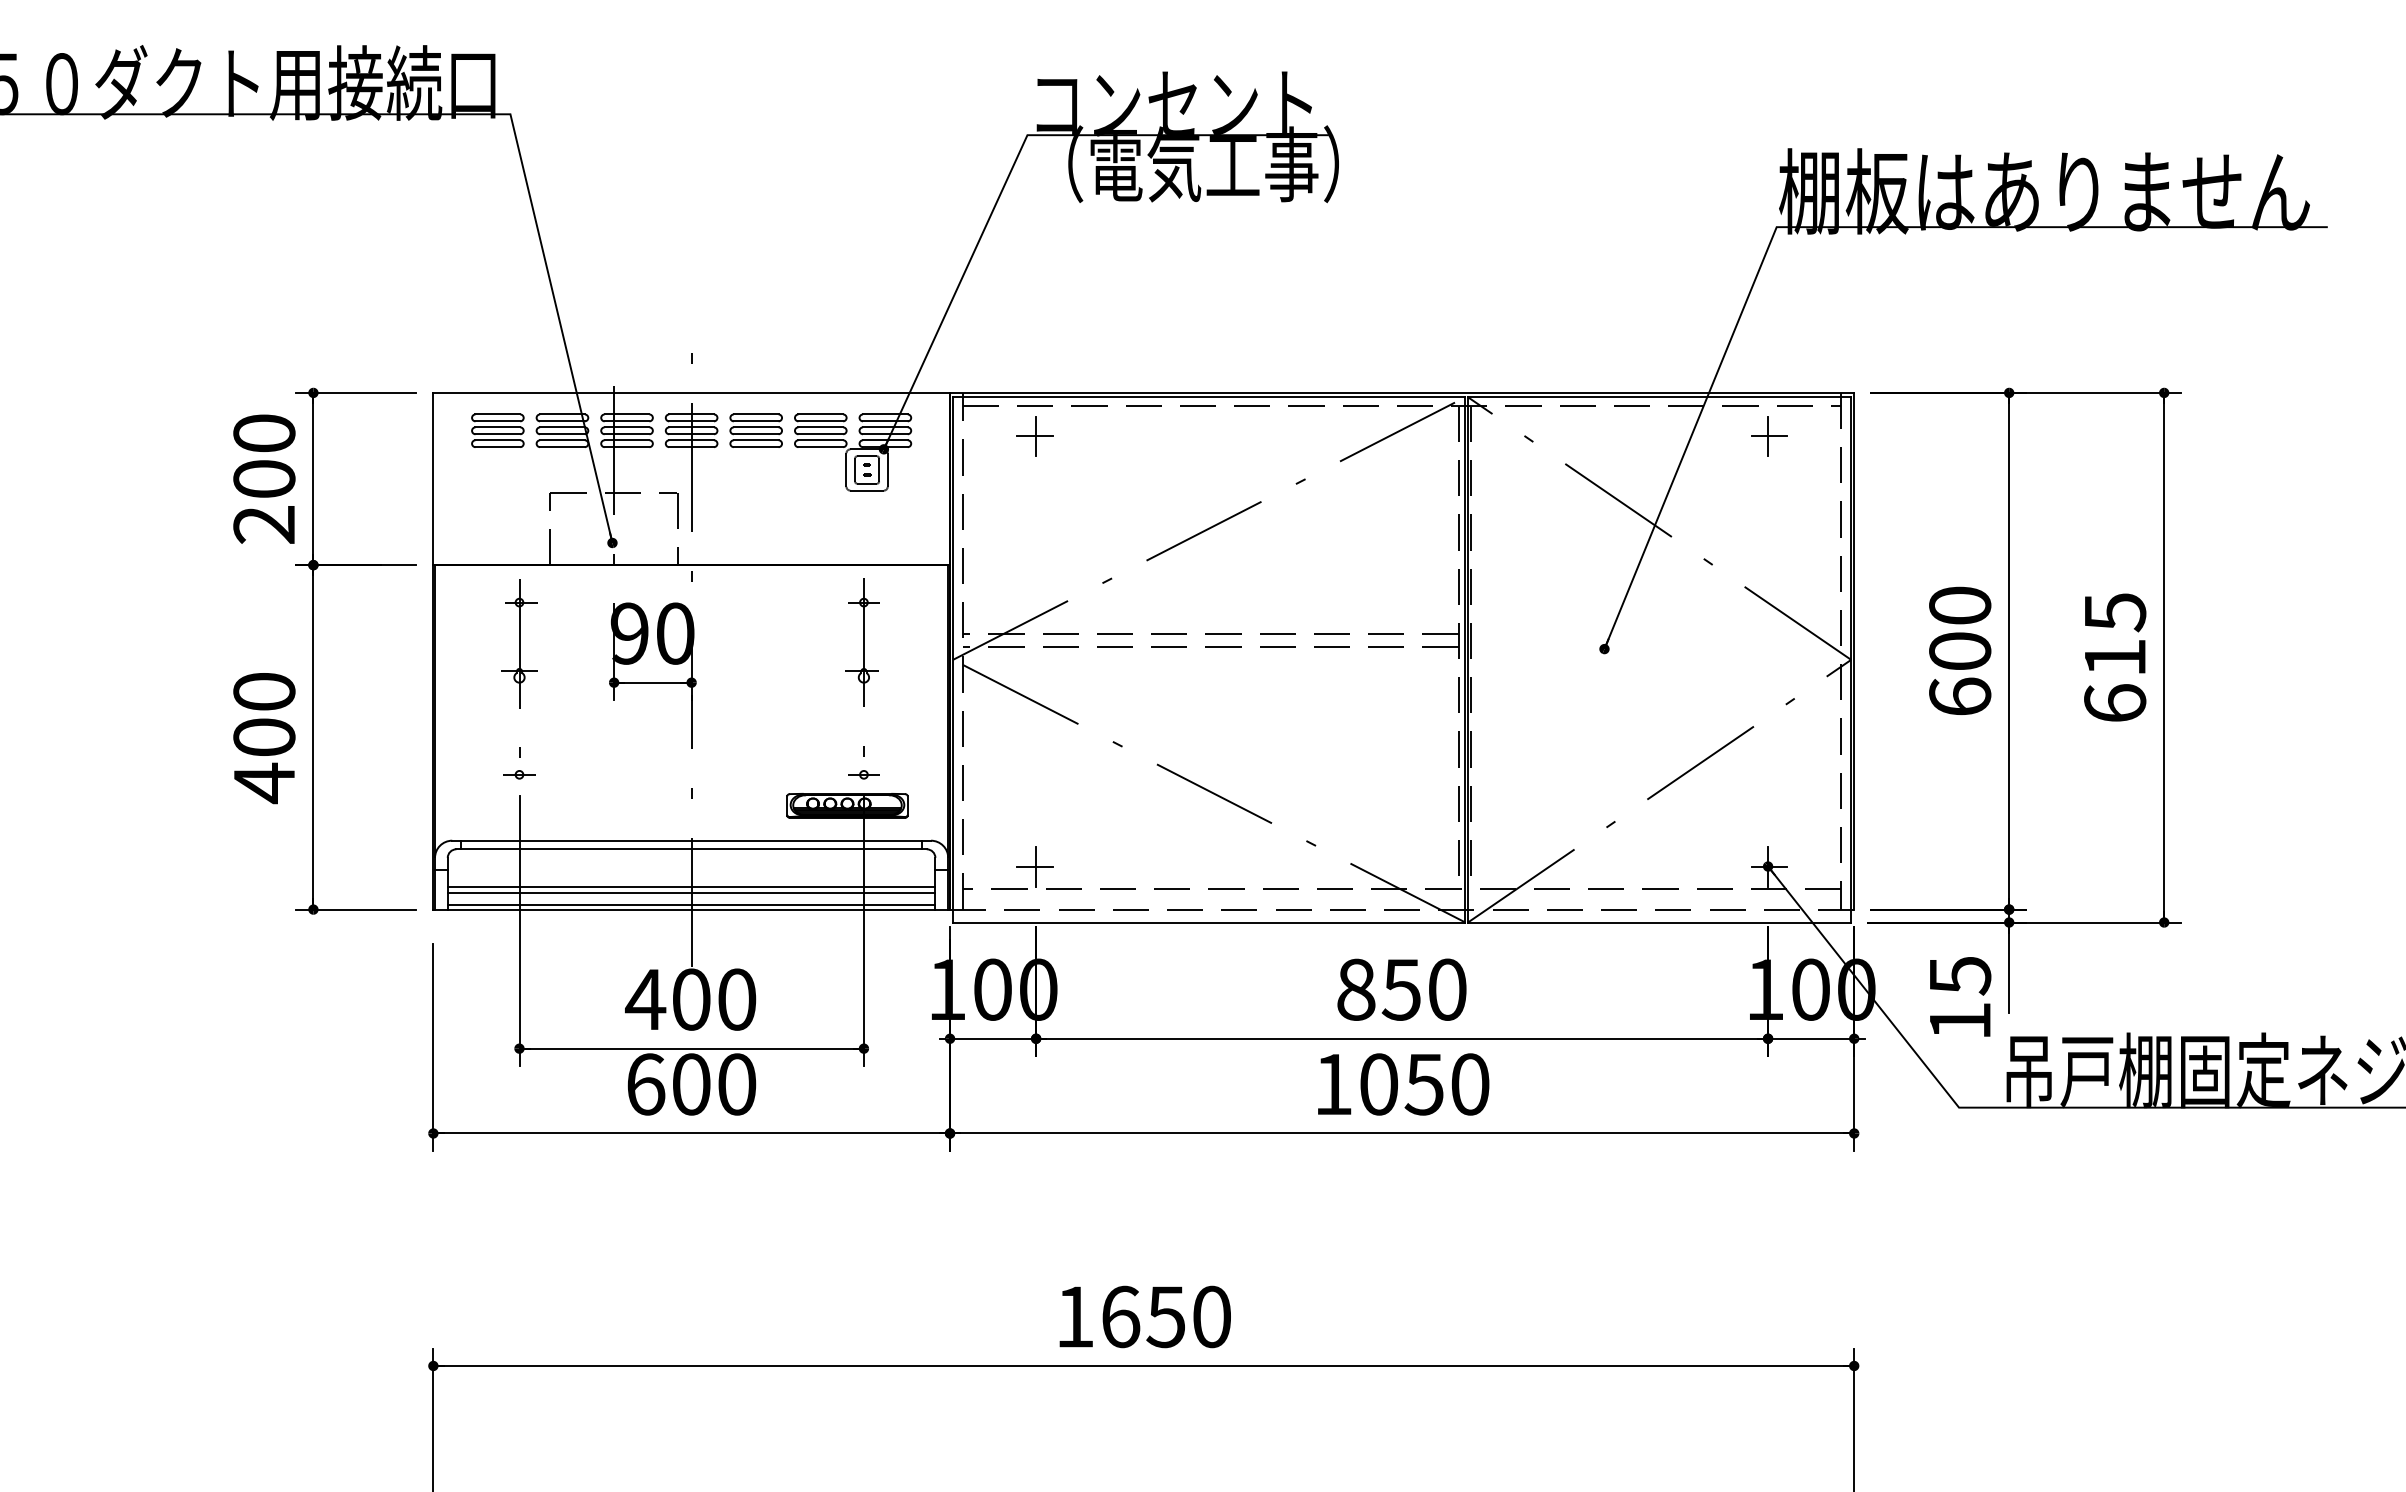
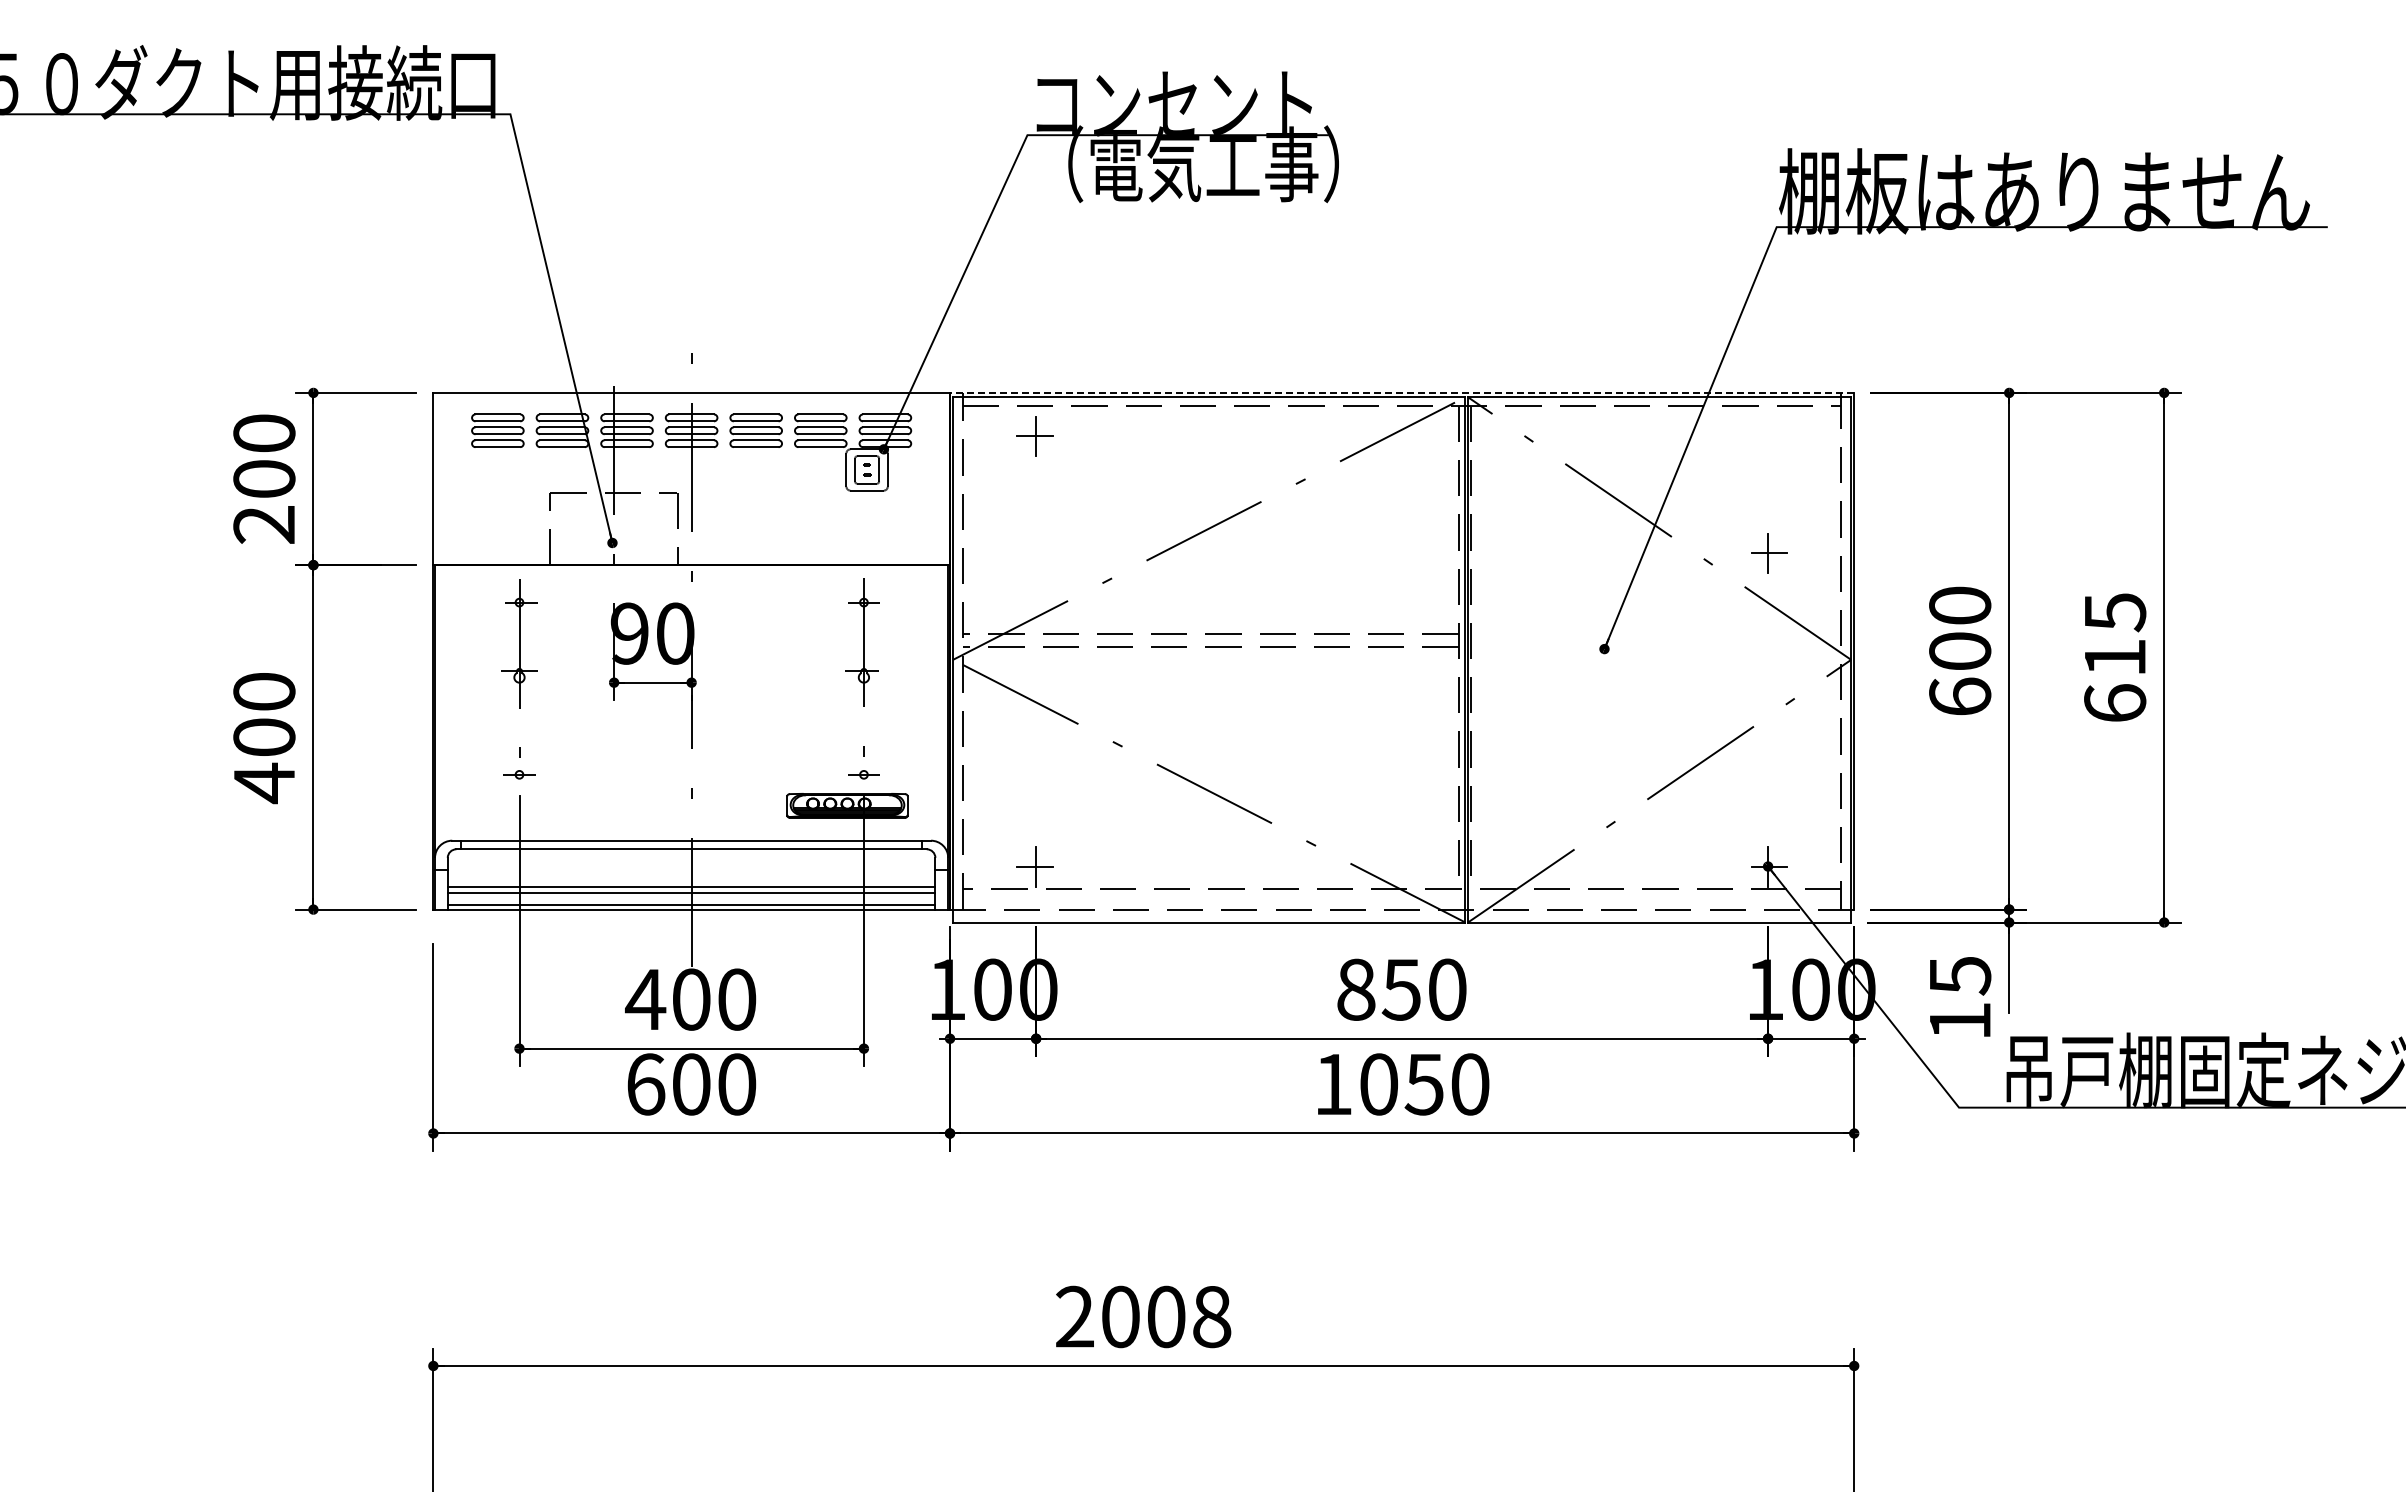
line at (1401, 392): solid -> dashed
part at (1769, 436) position: (1769, 436) -> (1769, 553)
text at (1143, 1316): 1650 -> 2008
